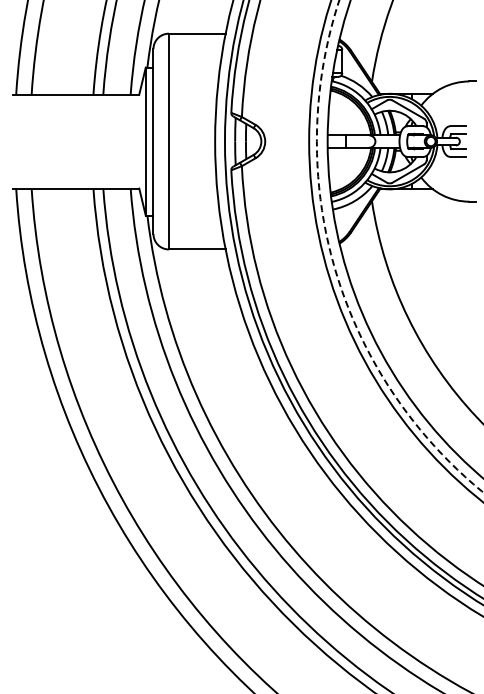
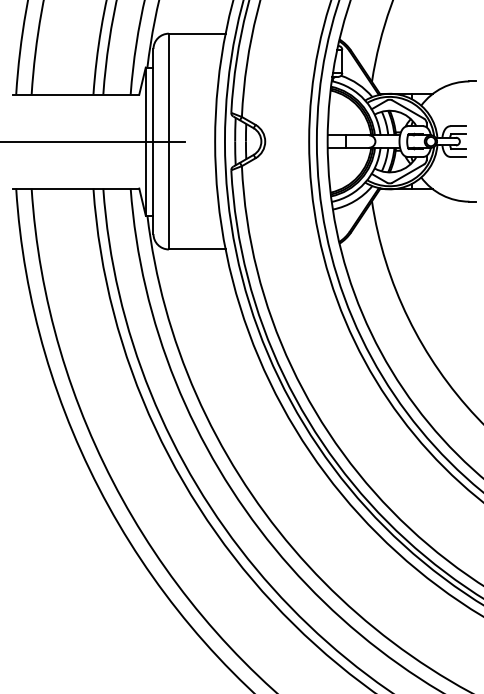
line at (93, 141): none -> present
circle at (399, 246): dashed -> solid
